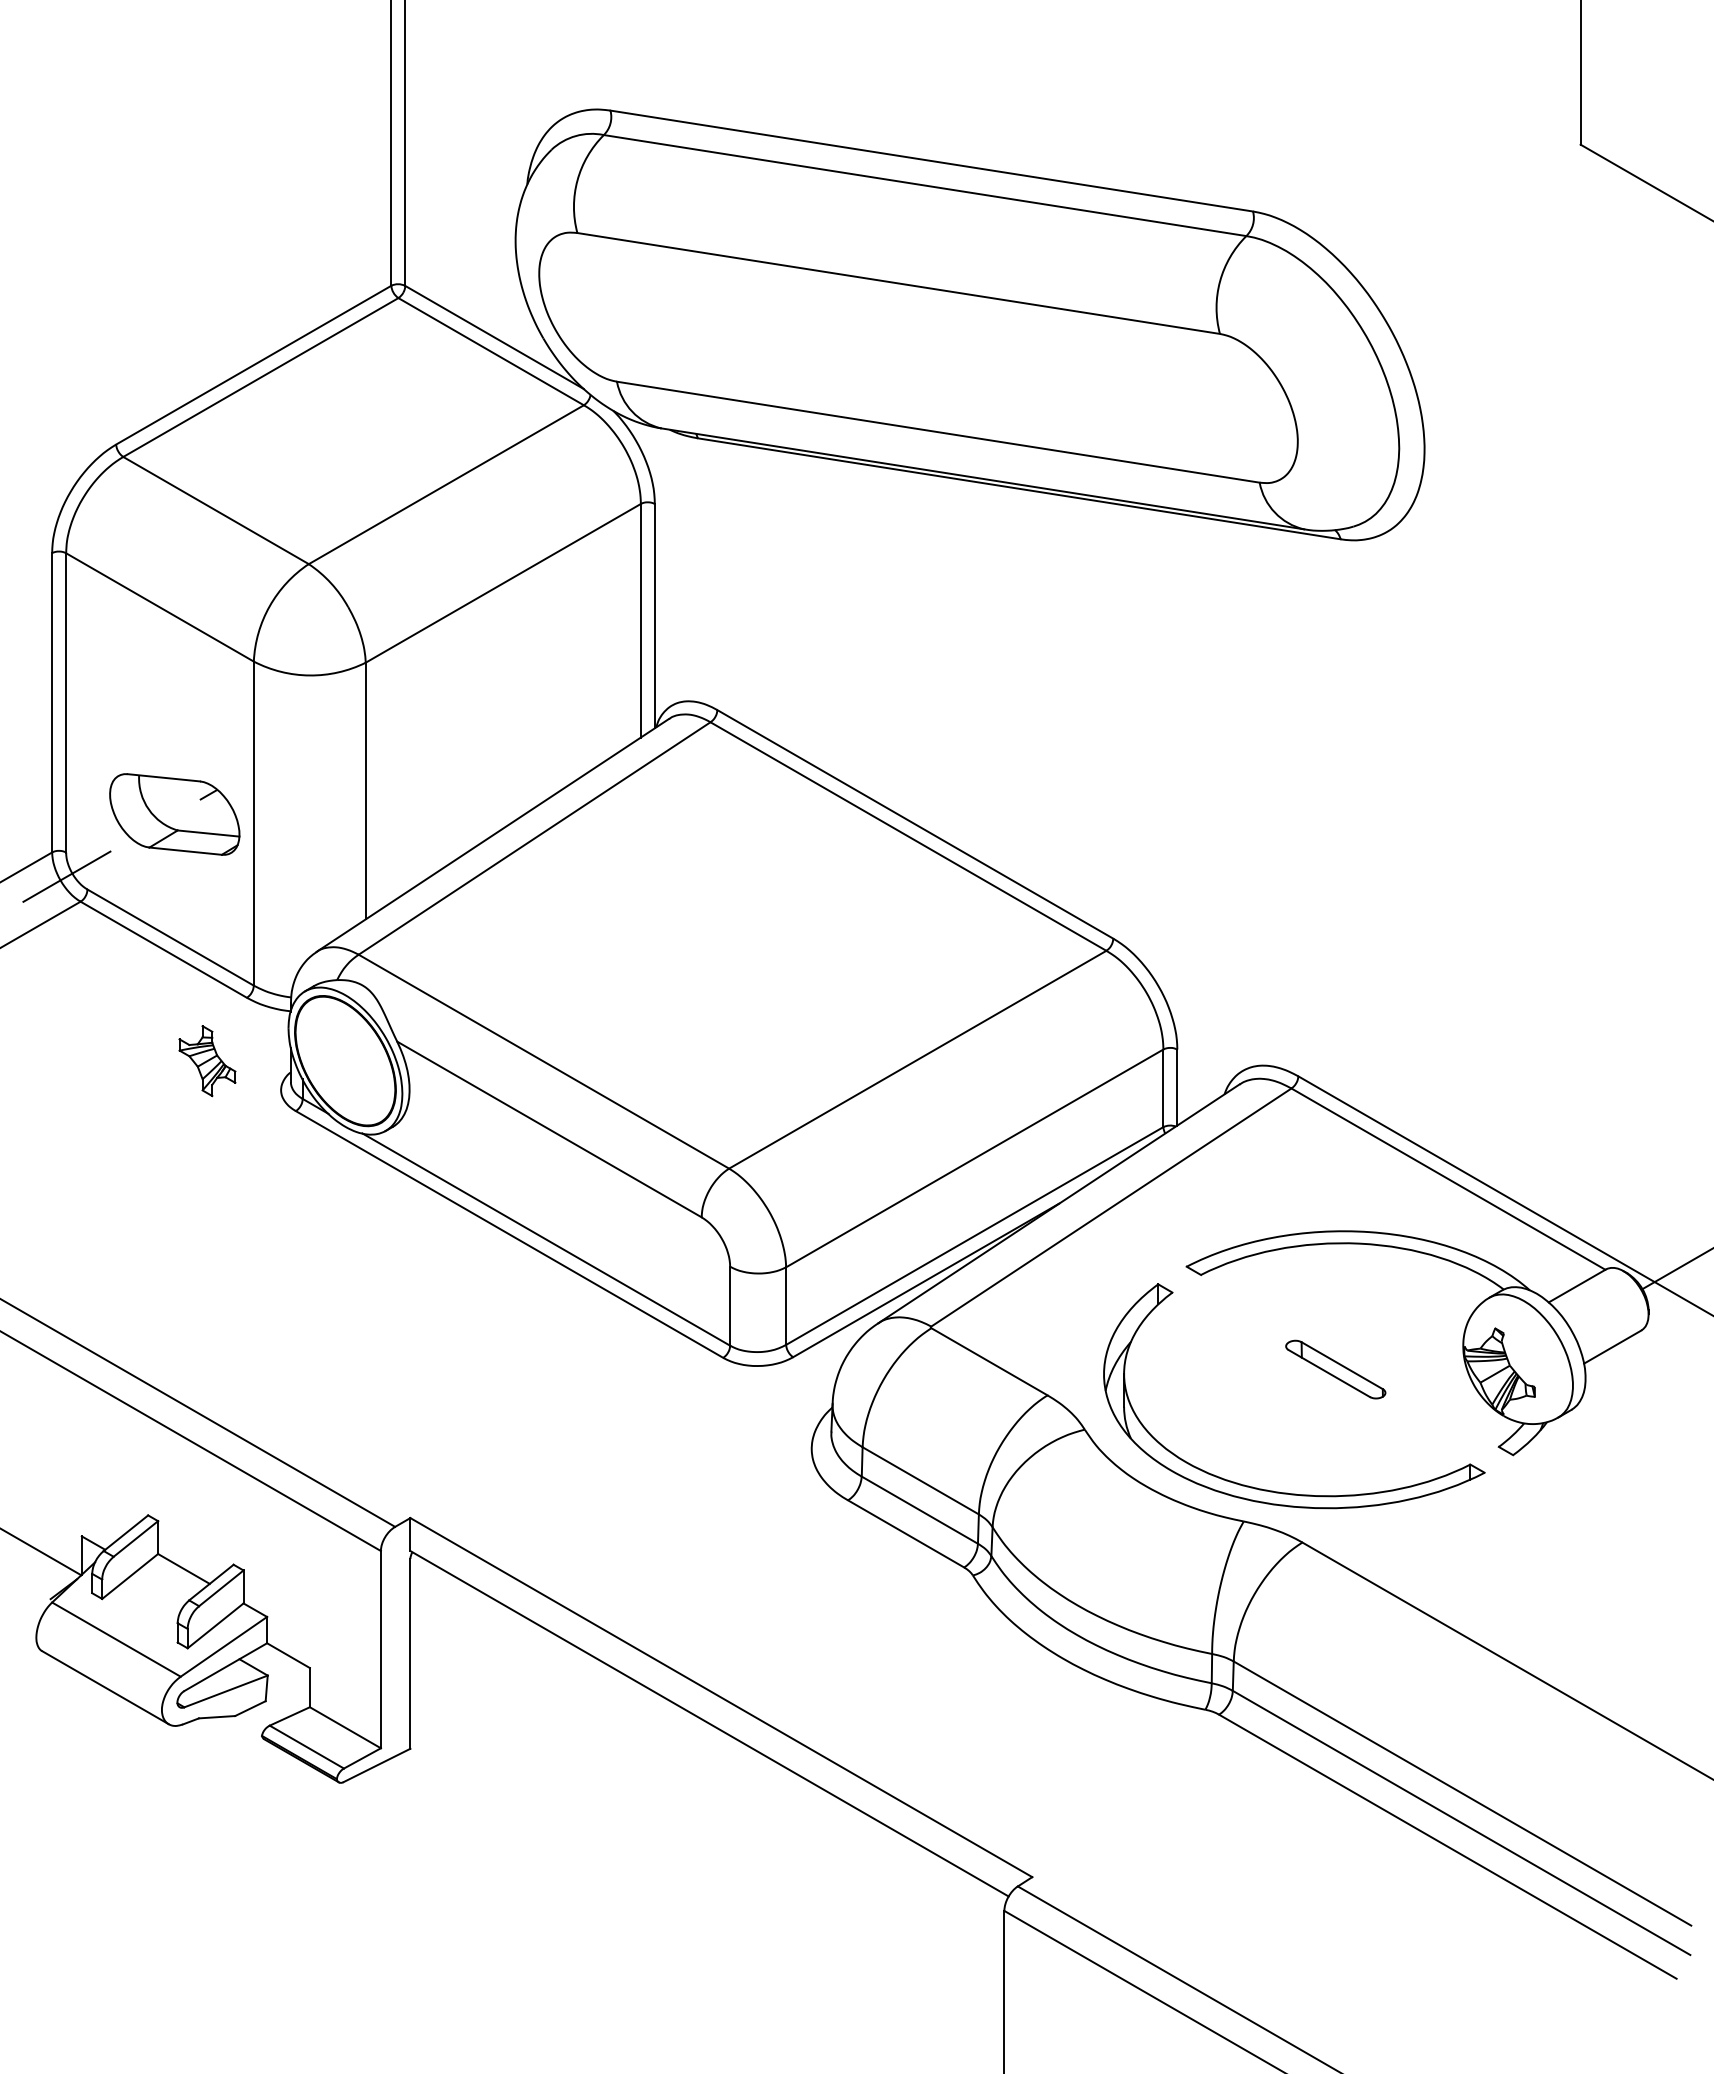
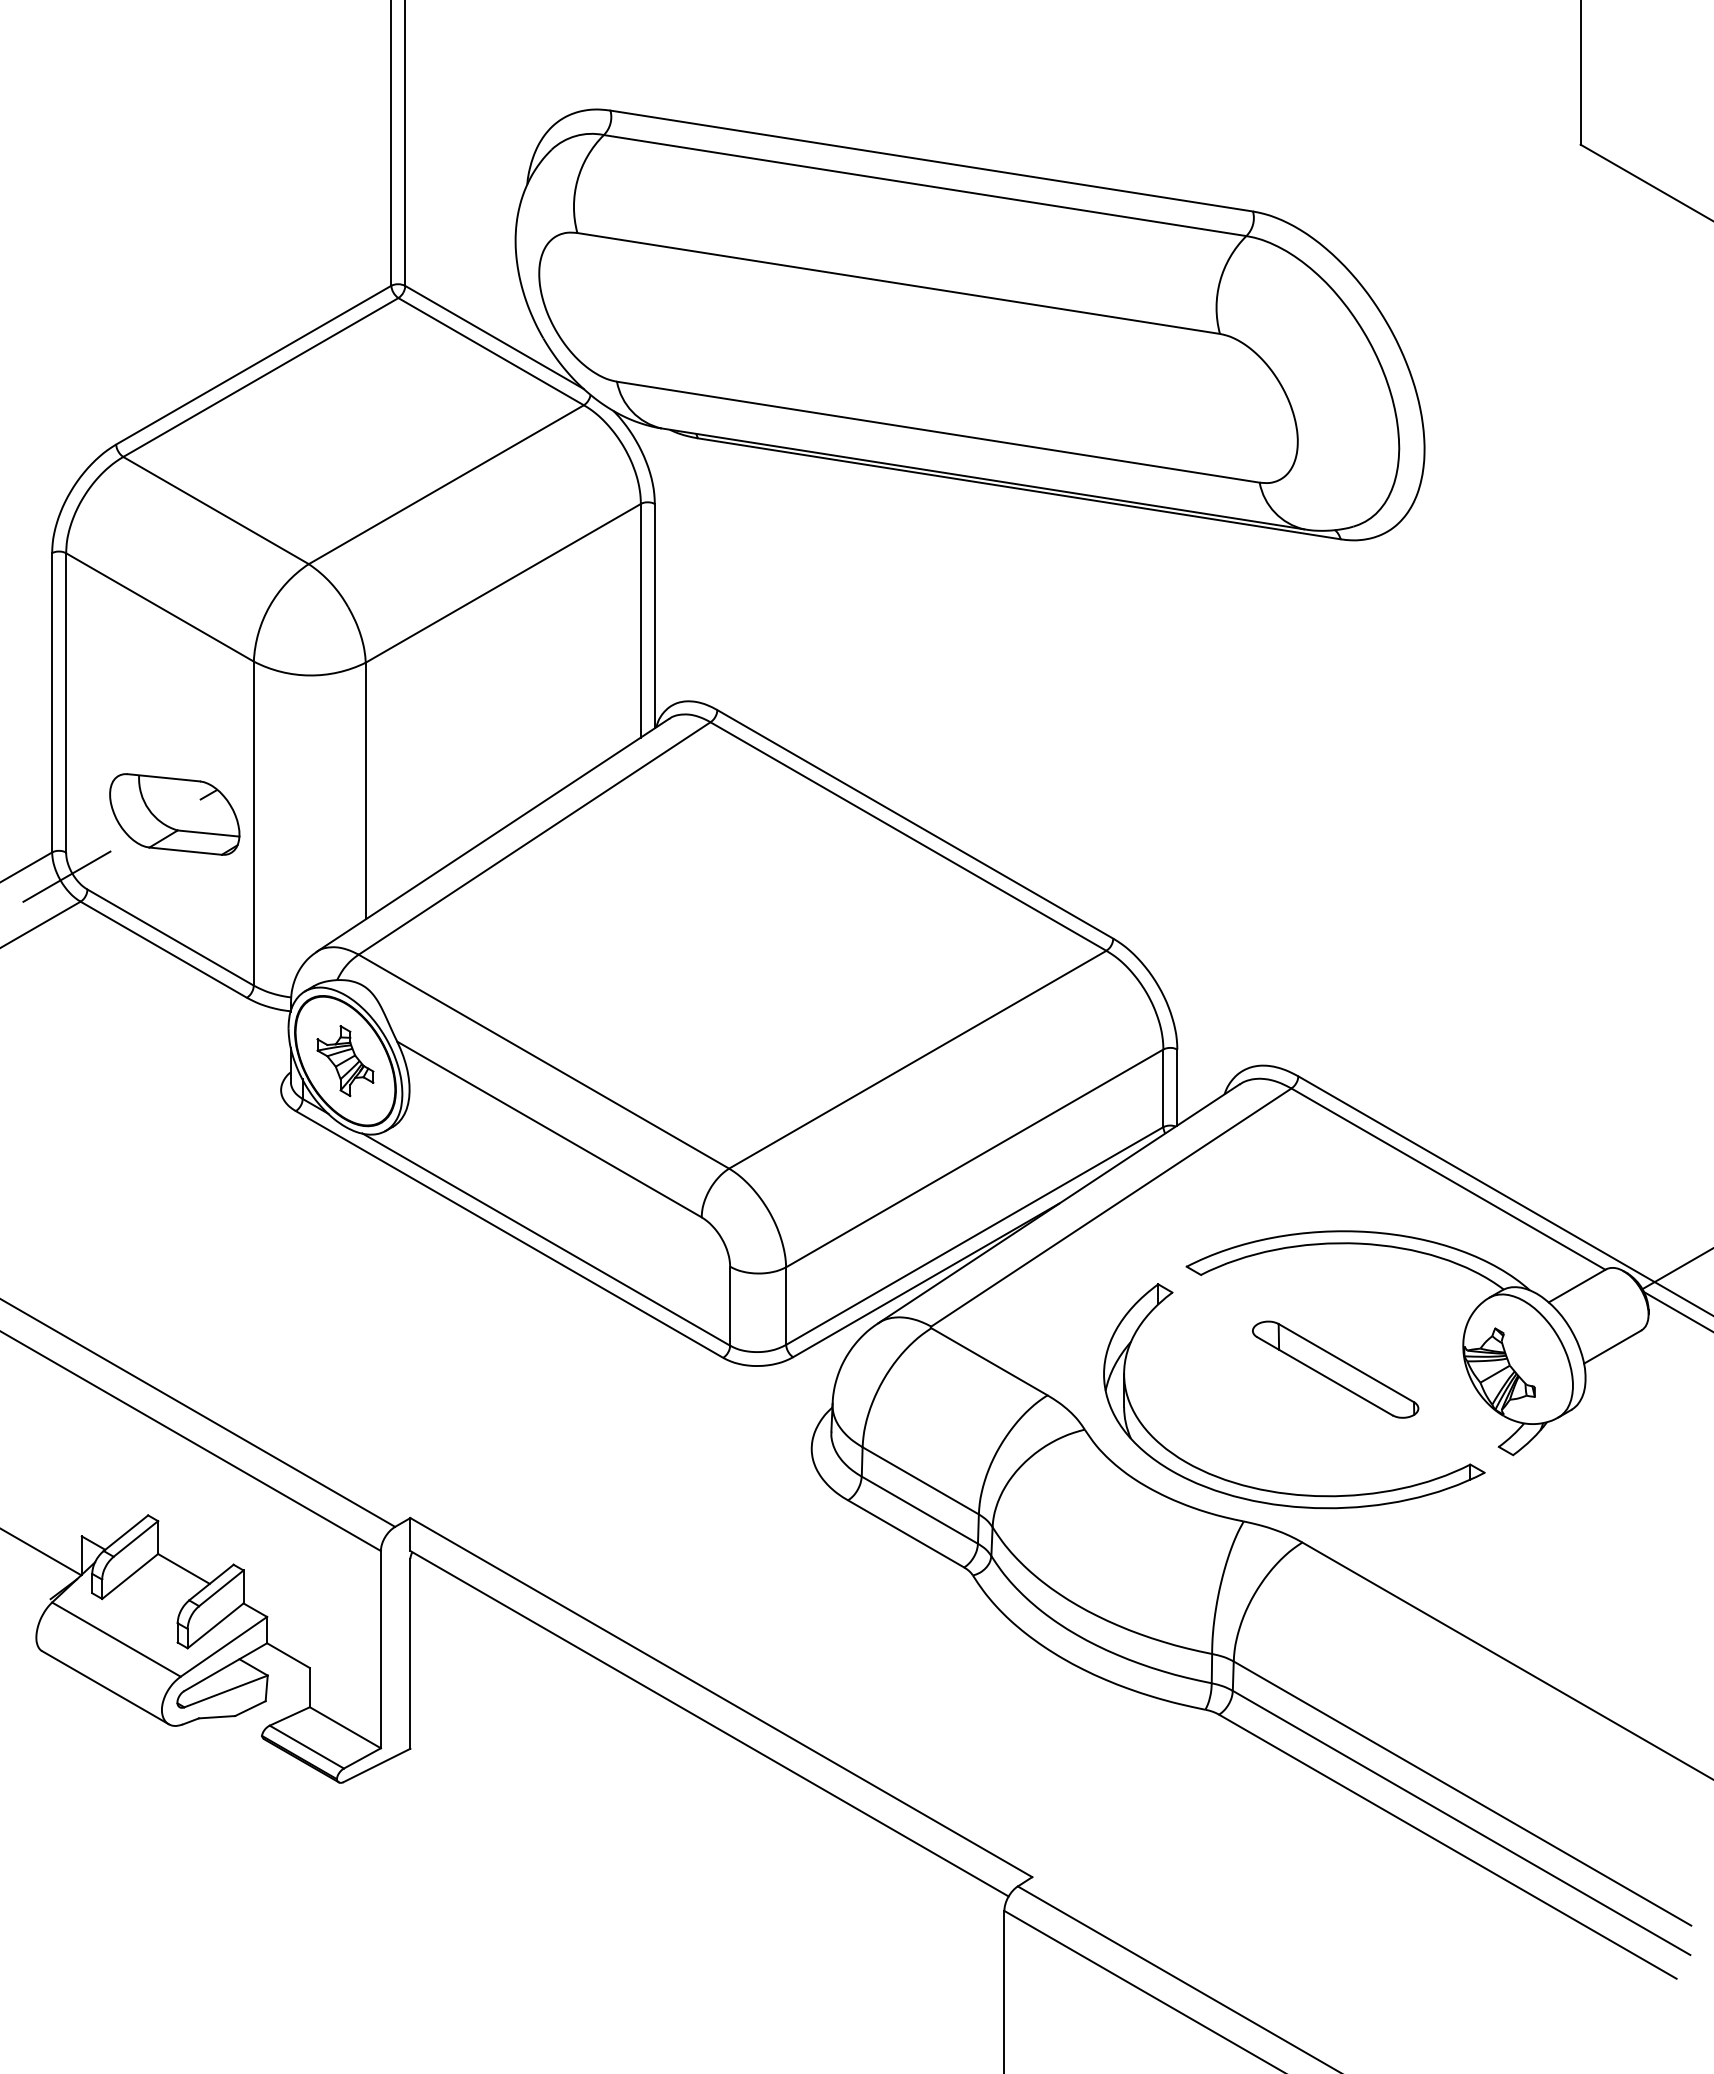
part at (207, 1061) position: (207, 1061) -> (345, 1061)
line at (1676, 1310): none -> present
part at (1335, 1369) size: 102x61 px -> 168x99 px
